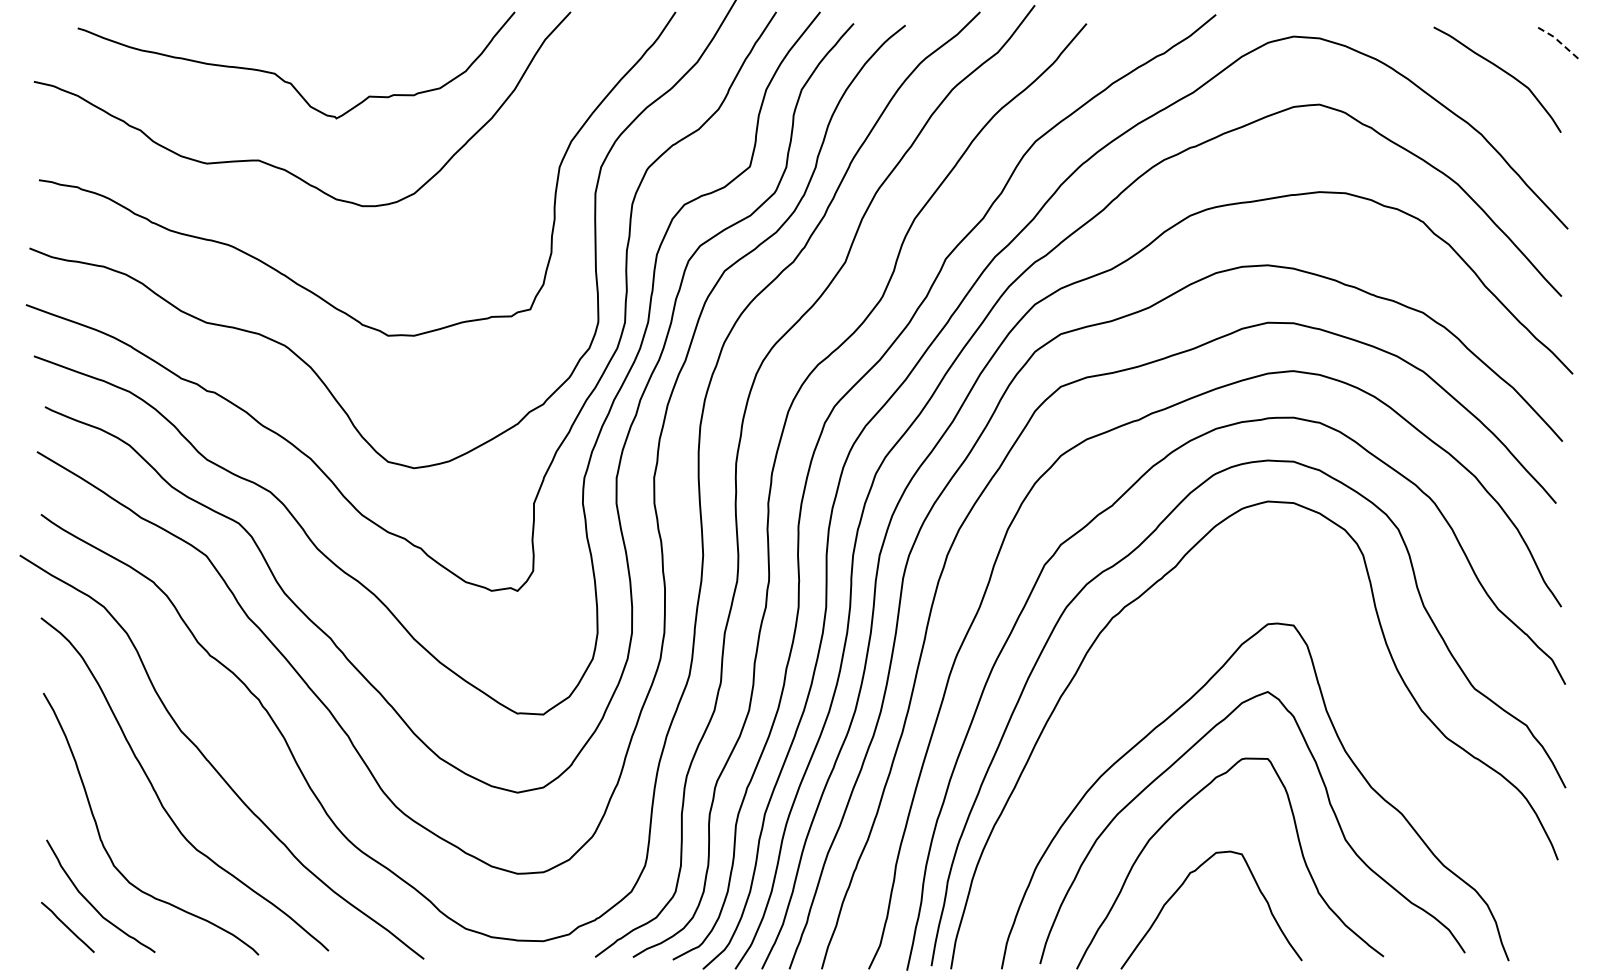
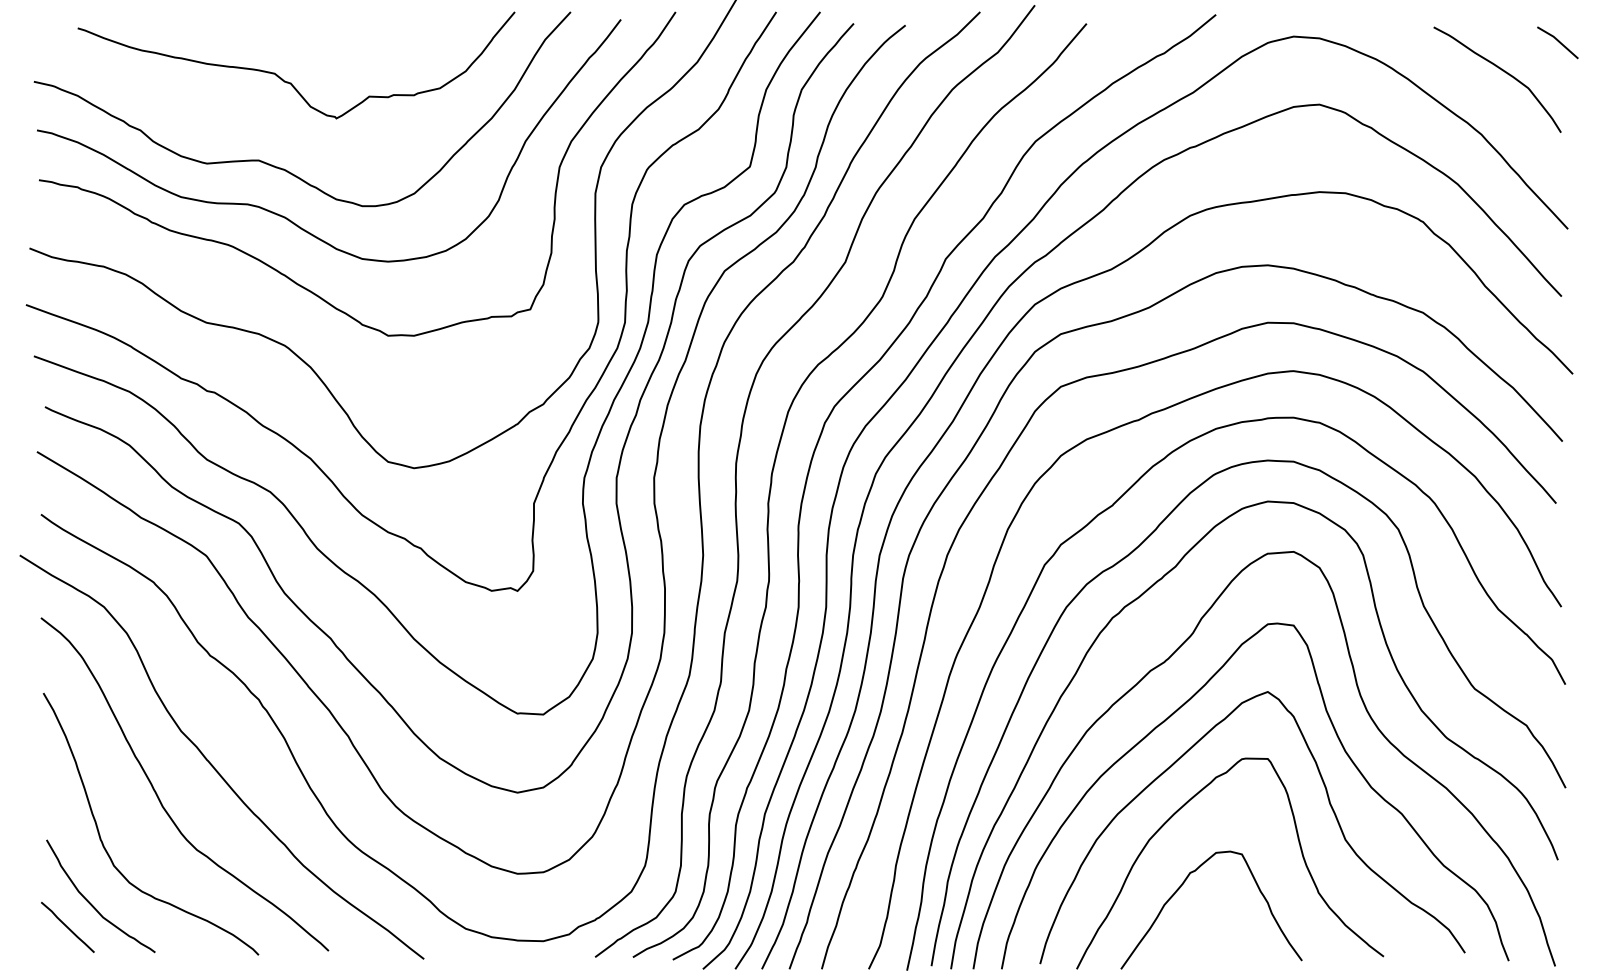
line at (1558, 41): dashed -> solid
curve at (285, 216): none -> present
curve at (1365, 710): none -> present
